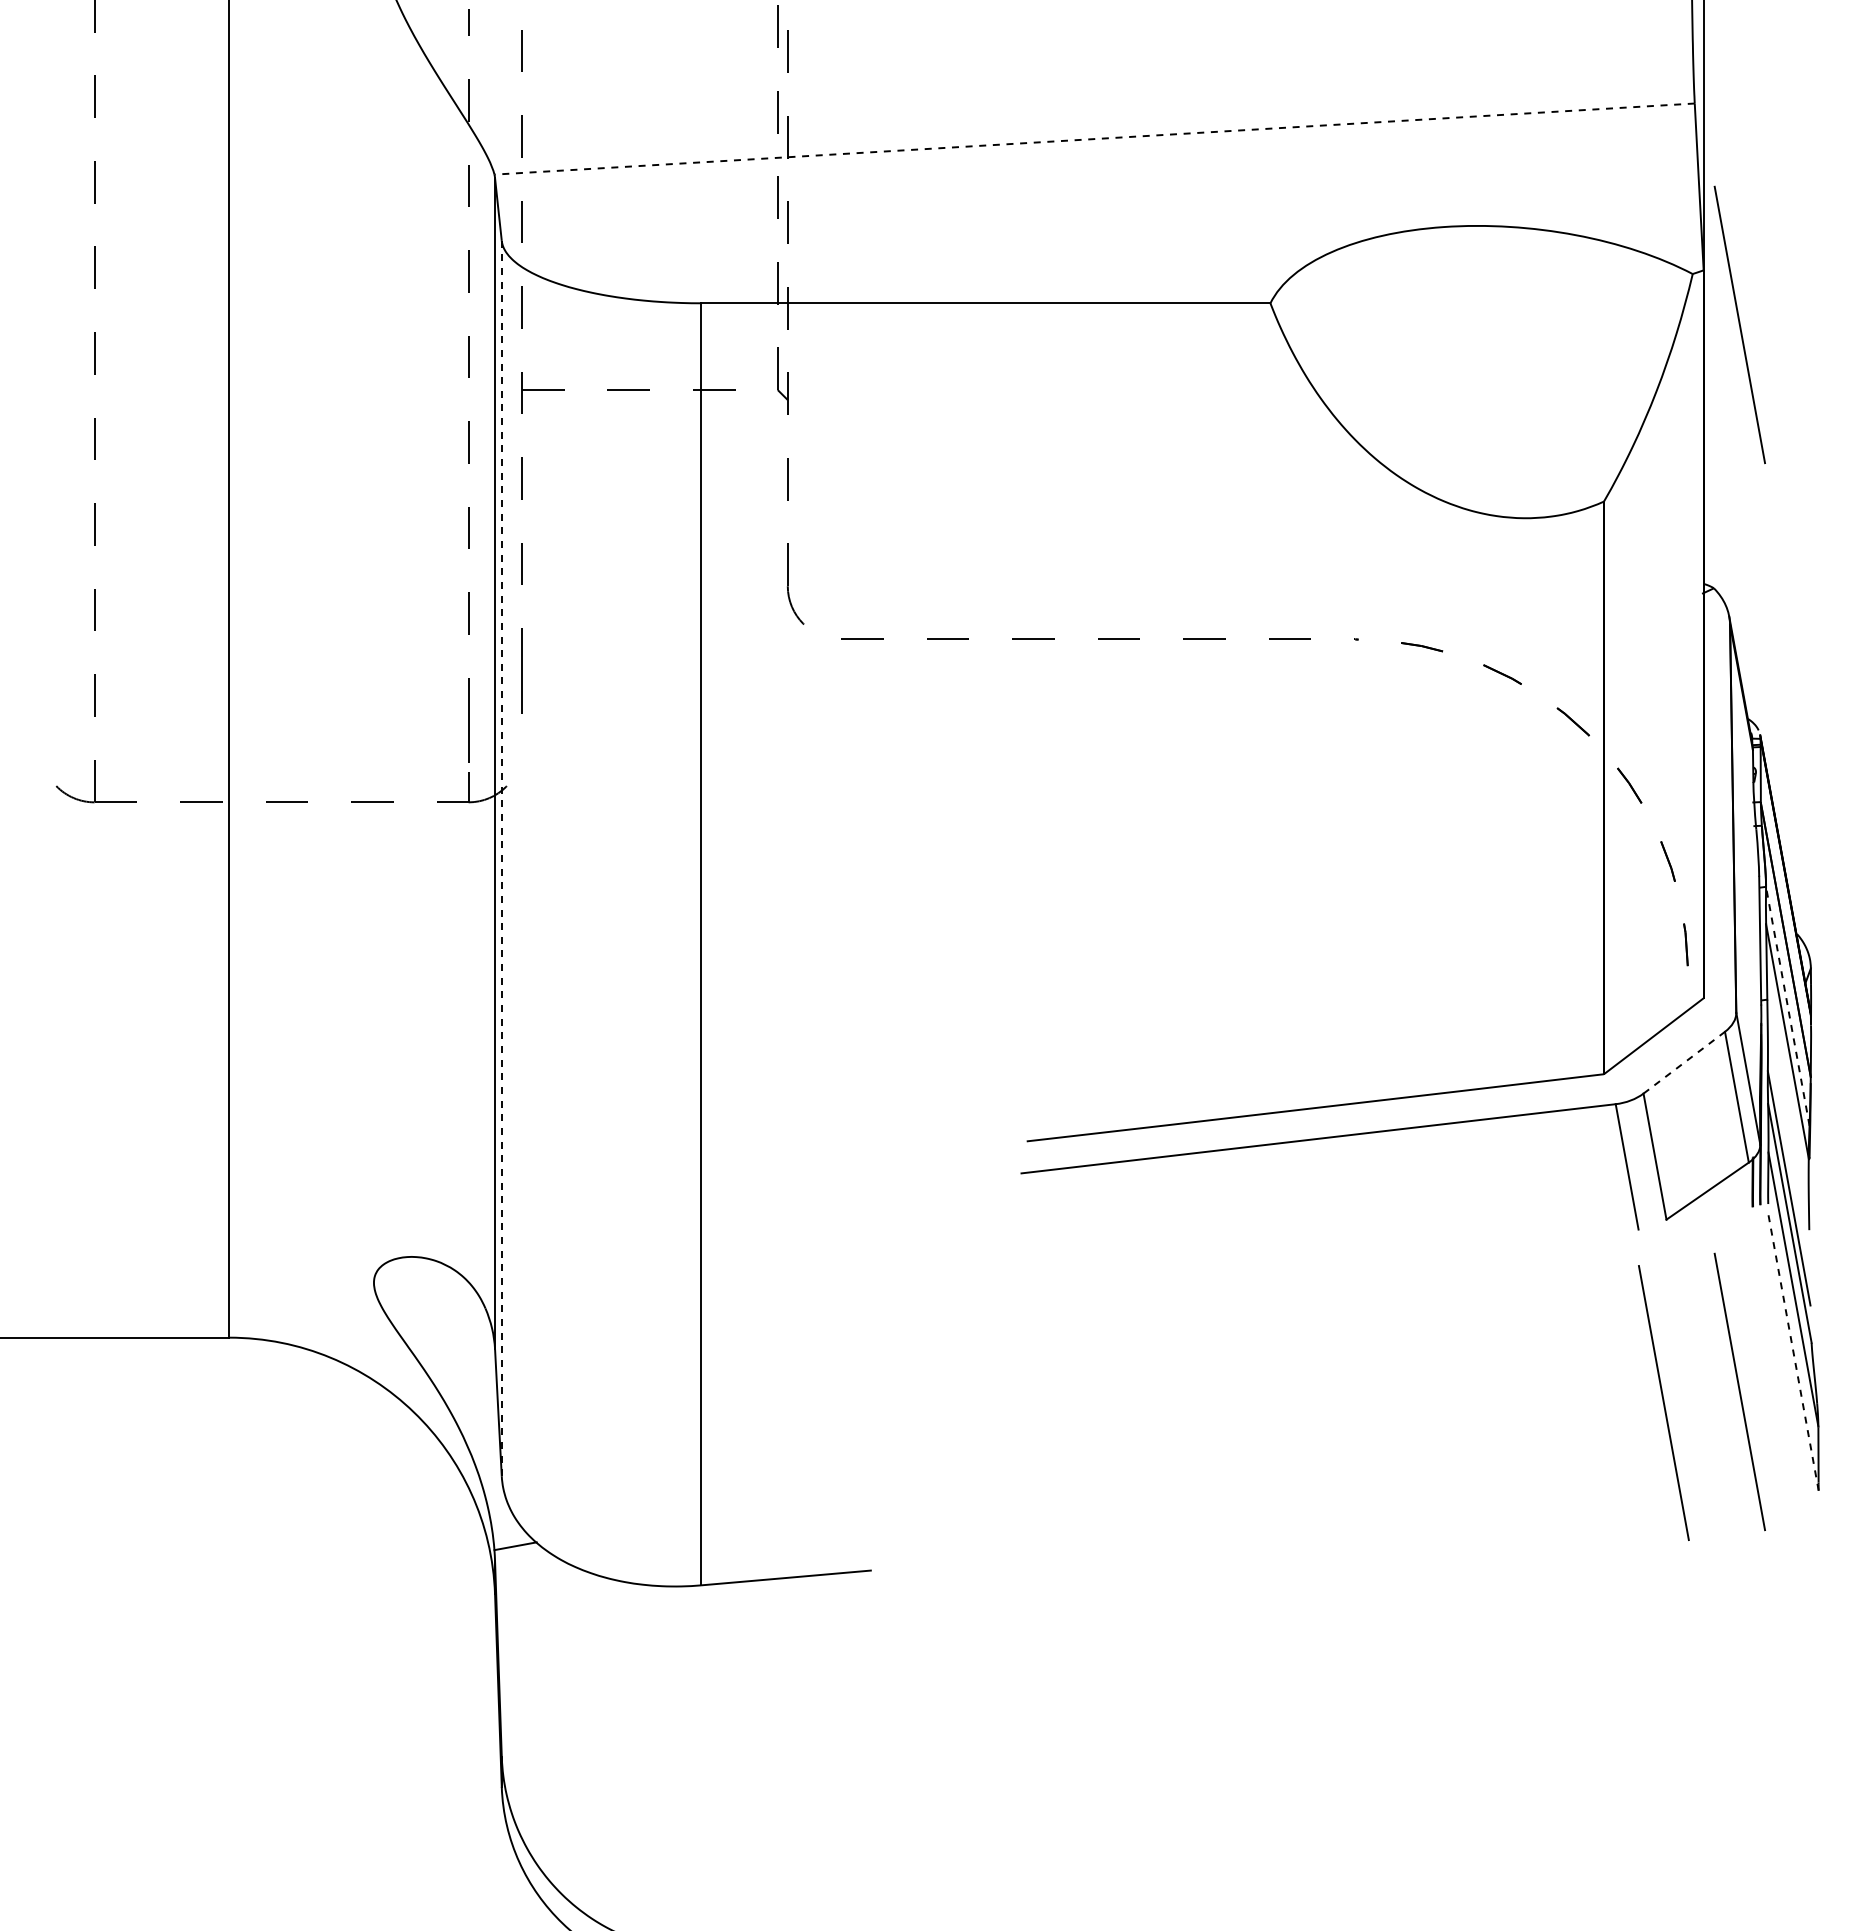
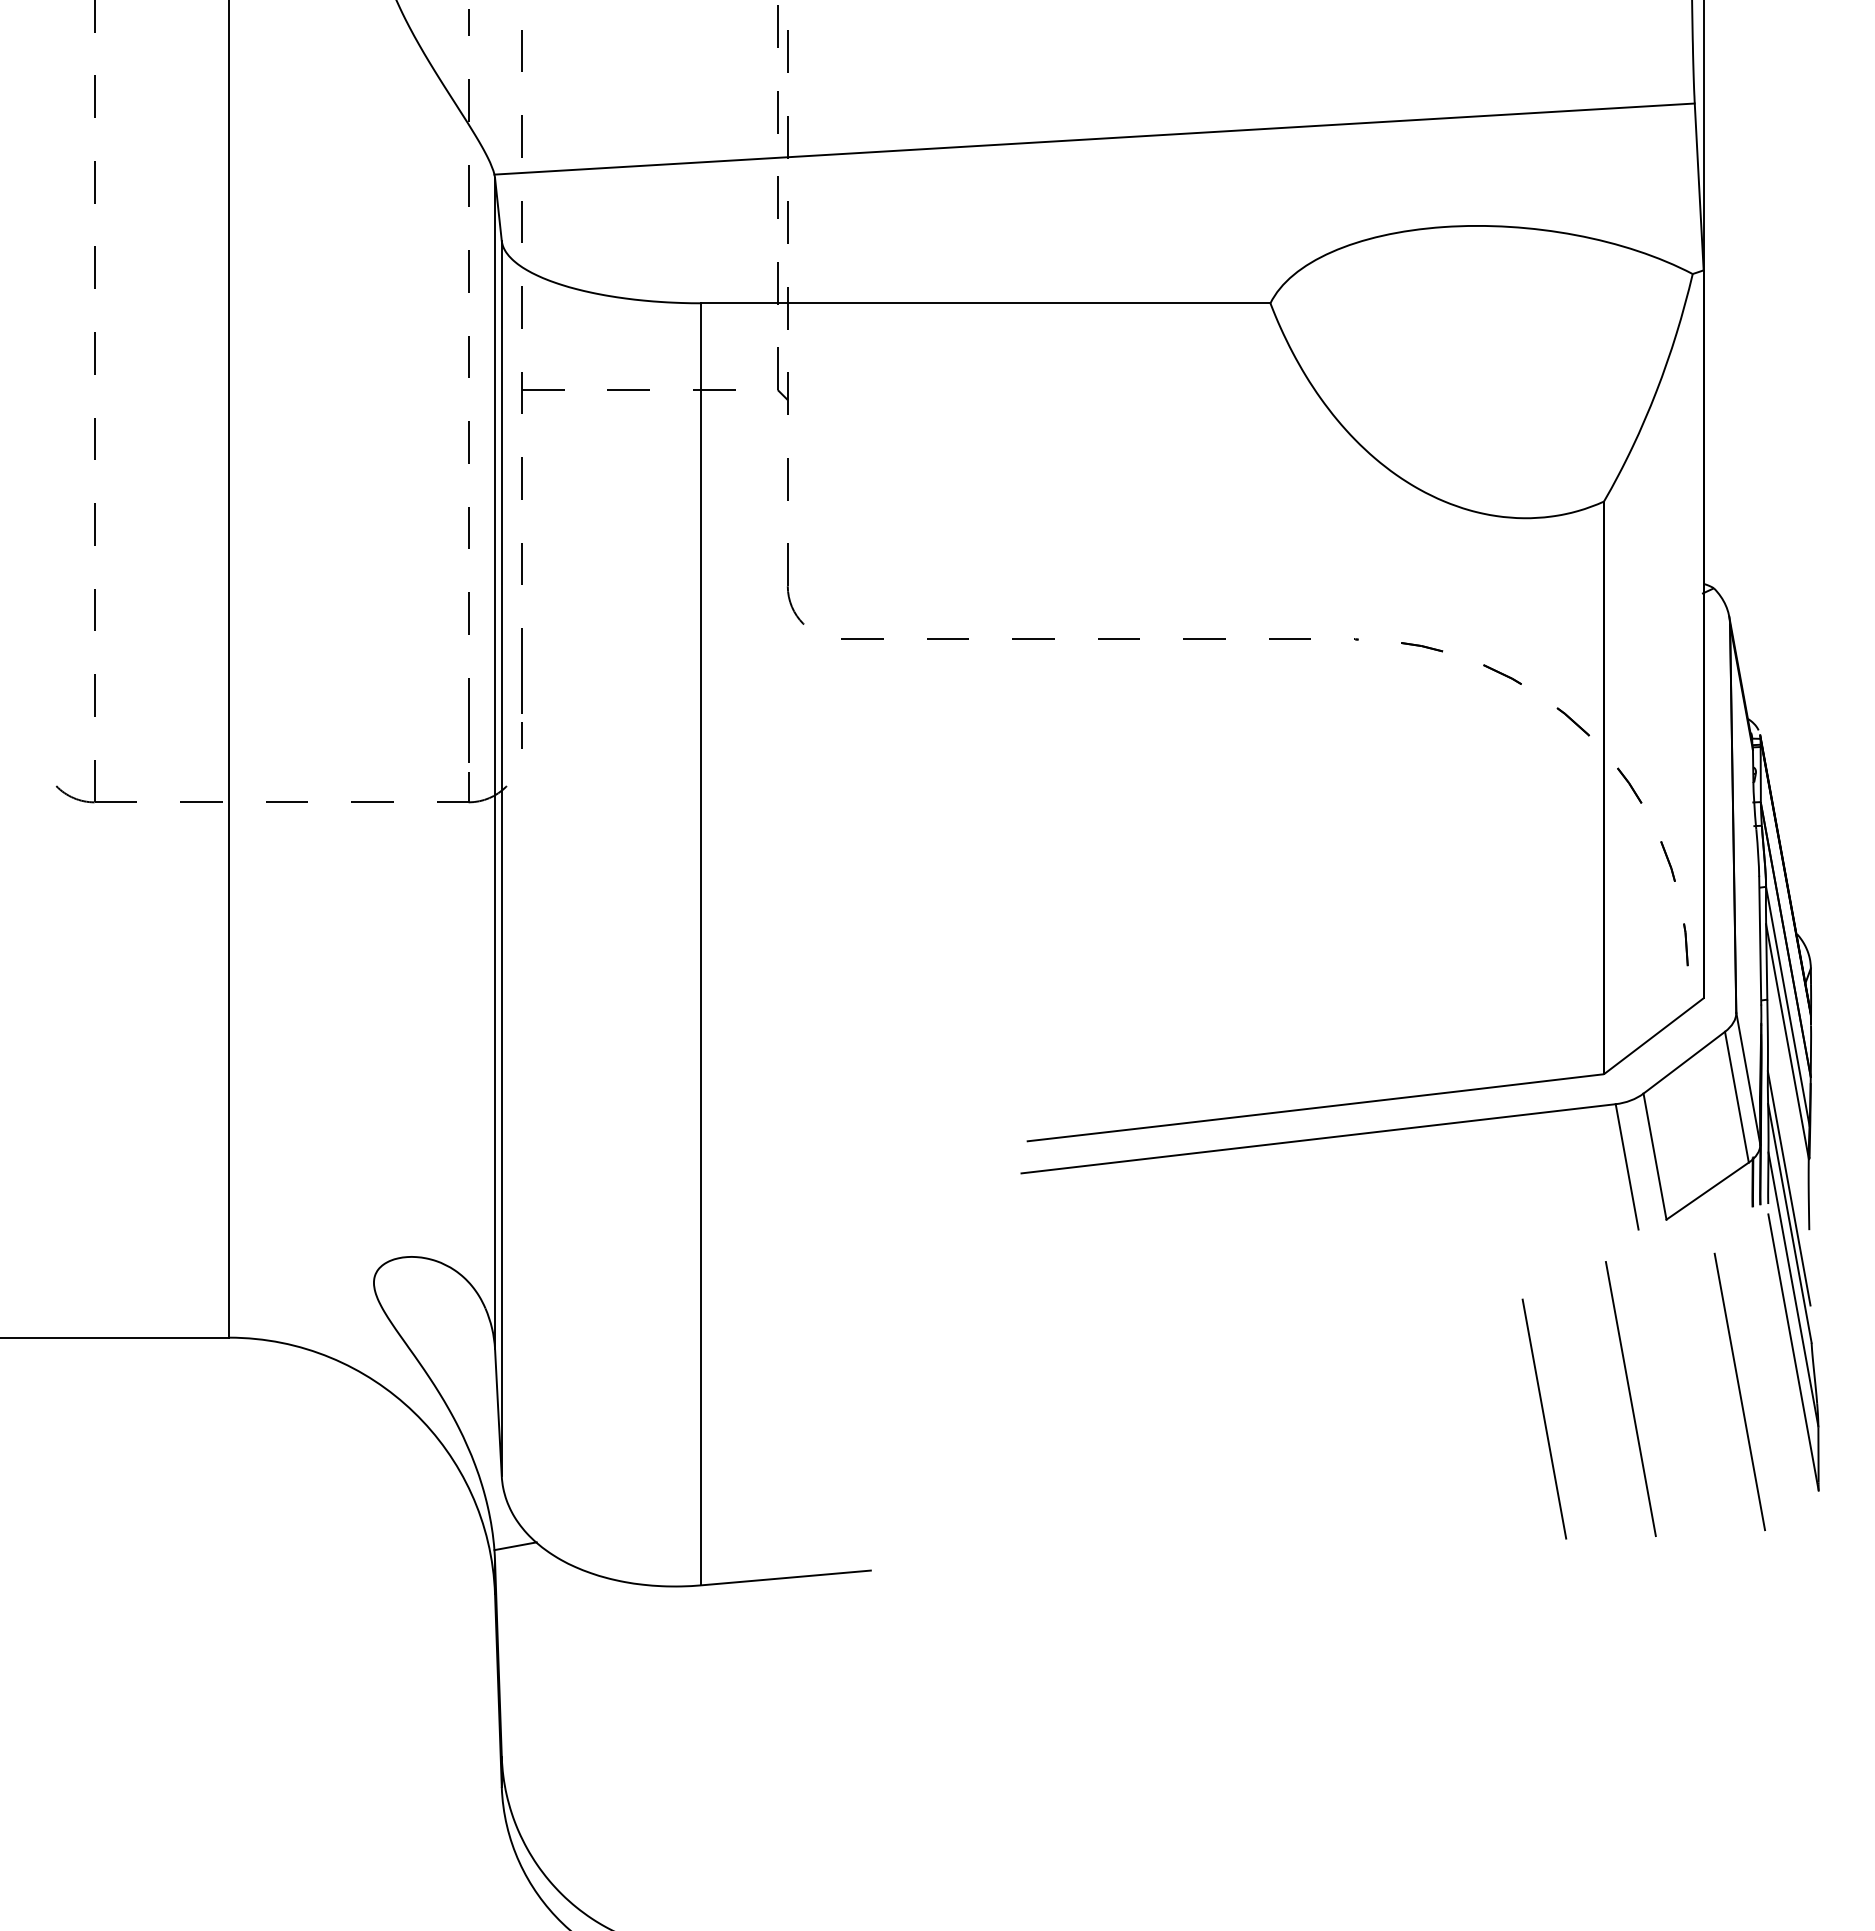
line at (1094, 139): dashed -> solid
line at (1739, 324): present -> none
line at (521, 735): none -> present
line at (501, 858): dashed -> solid
line at (1787, 1005): dashed -> solid
line at (1684, 1062): dashed -> solid
line at (1793, 1352): dashed -> solid
line at (1663, 1402) position: (1663, 1402) -> (1630, 1398)
line at (1544, 1418): none -> present
